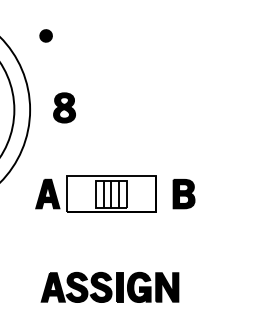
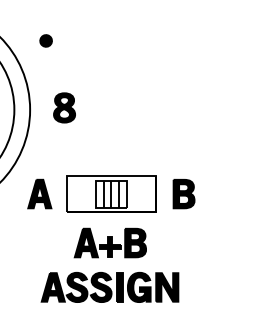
part at (45, 35) position: (45, 35) -> (45, 40)
part at (47, 193) position: (47, 193) -> (39, 193)
part at (109, 242): none -> present
